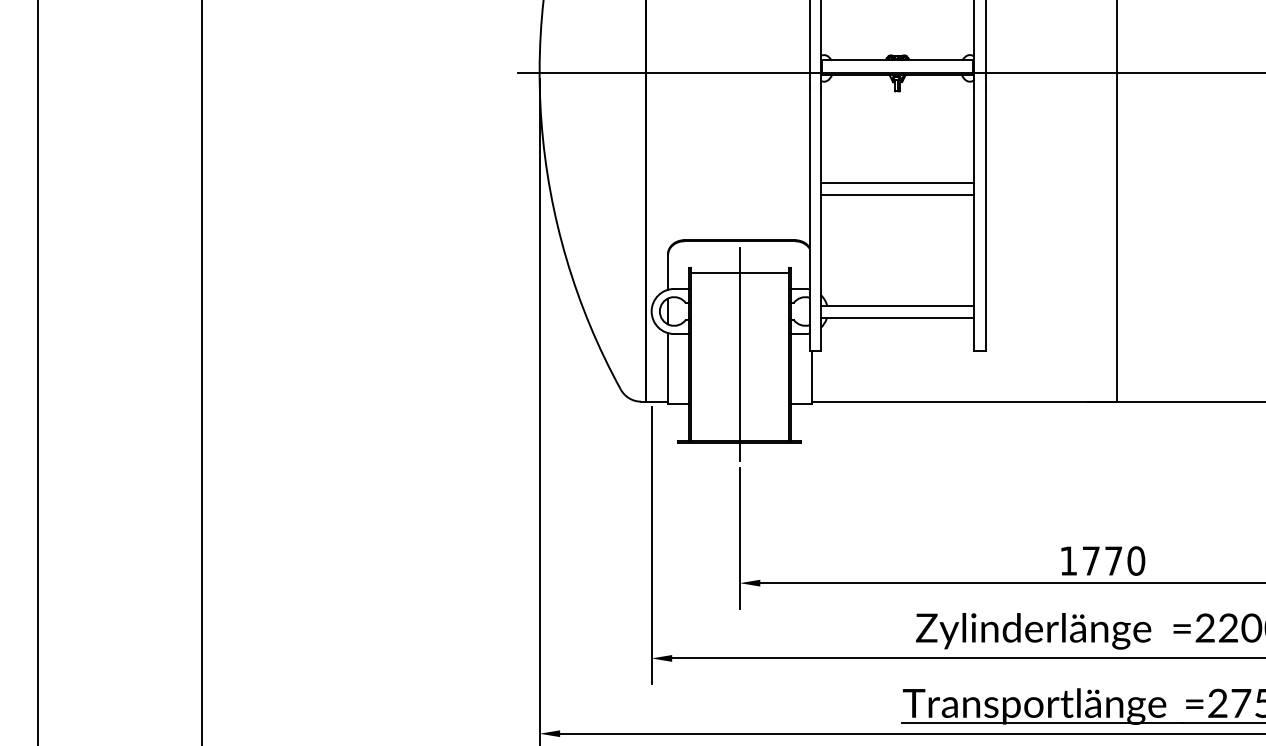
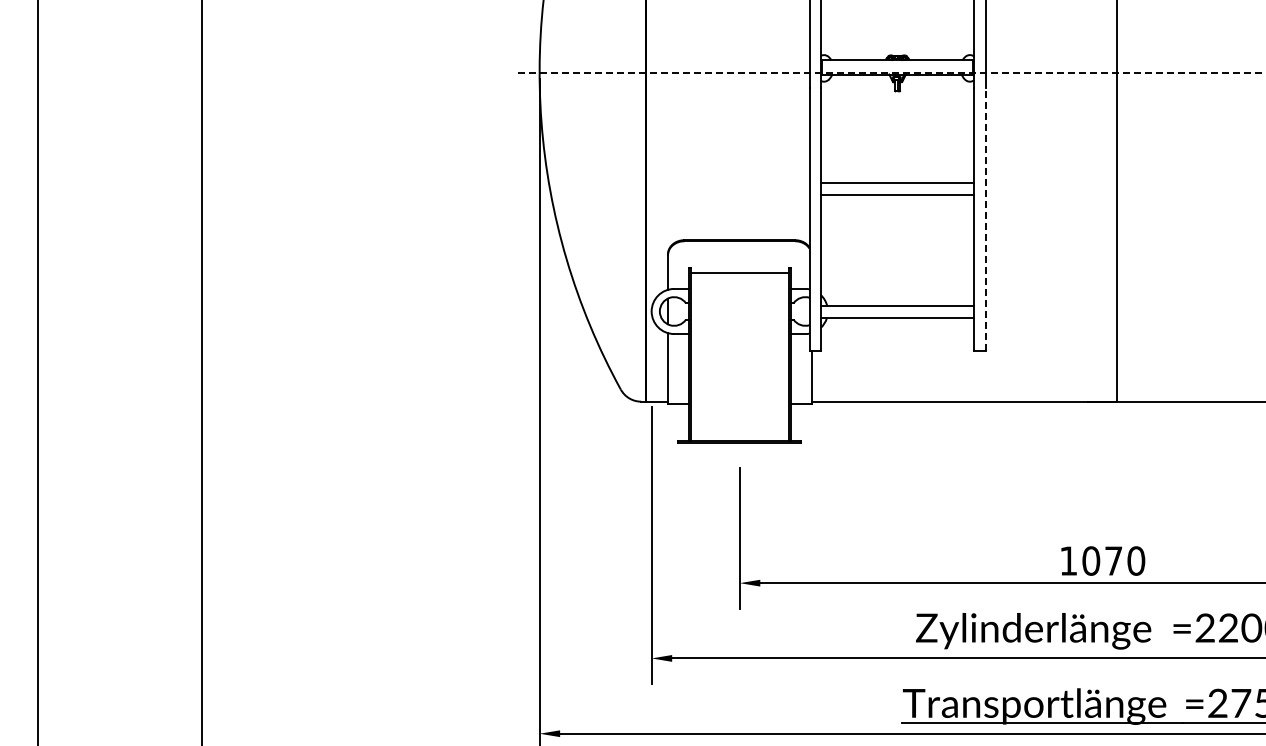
line at (892, 73): solid -> dashed
line at (985, 219): solid -> dashed
line at (739, 354): present -> none
text at (1091, 560): 1770 -> 1070
